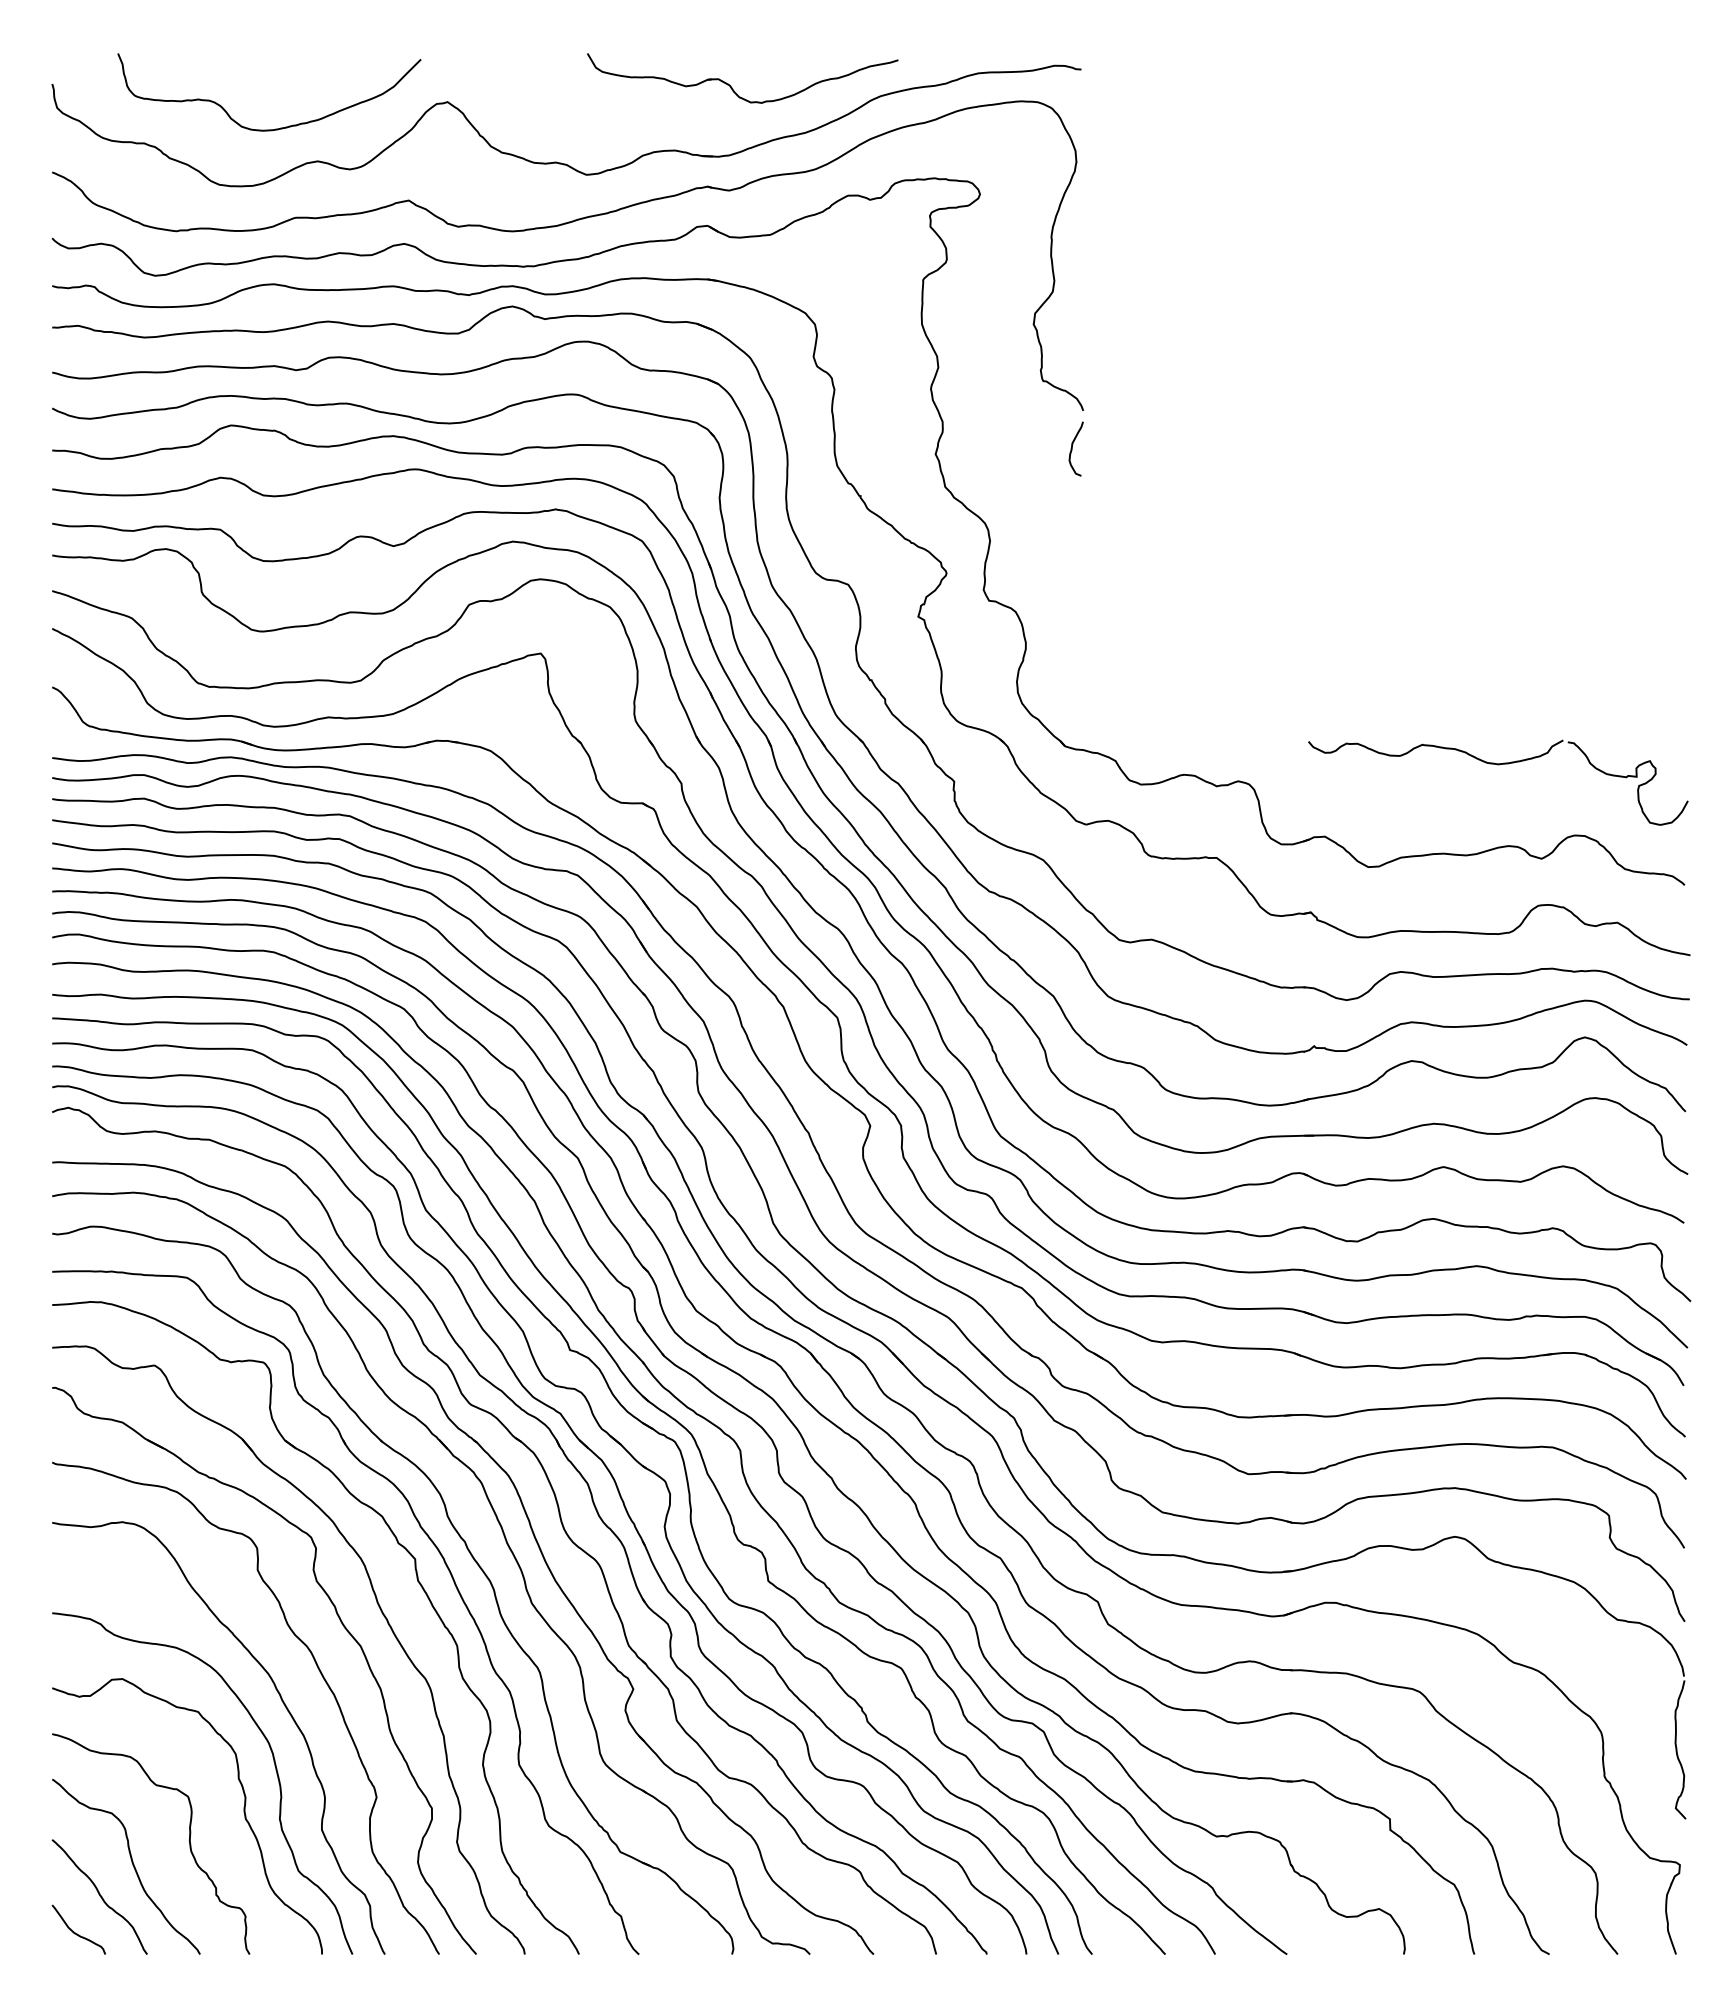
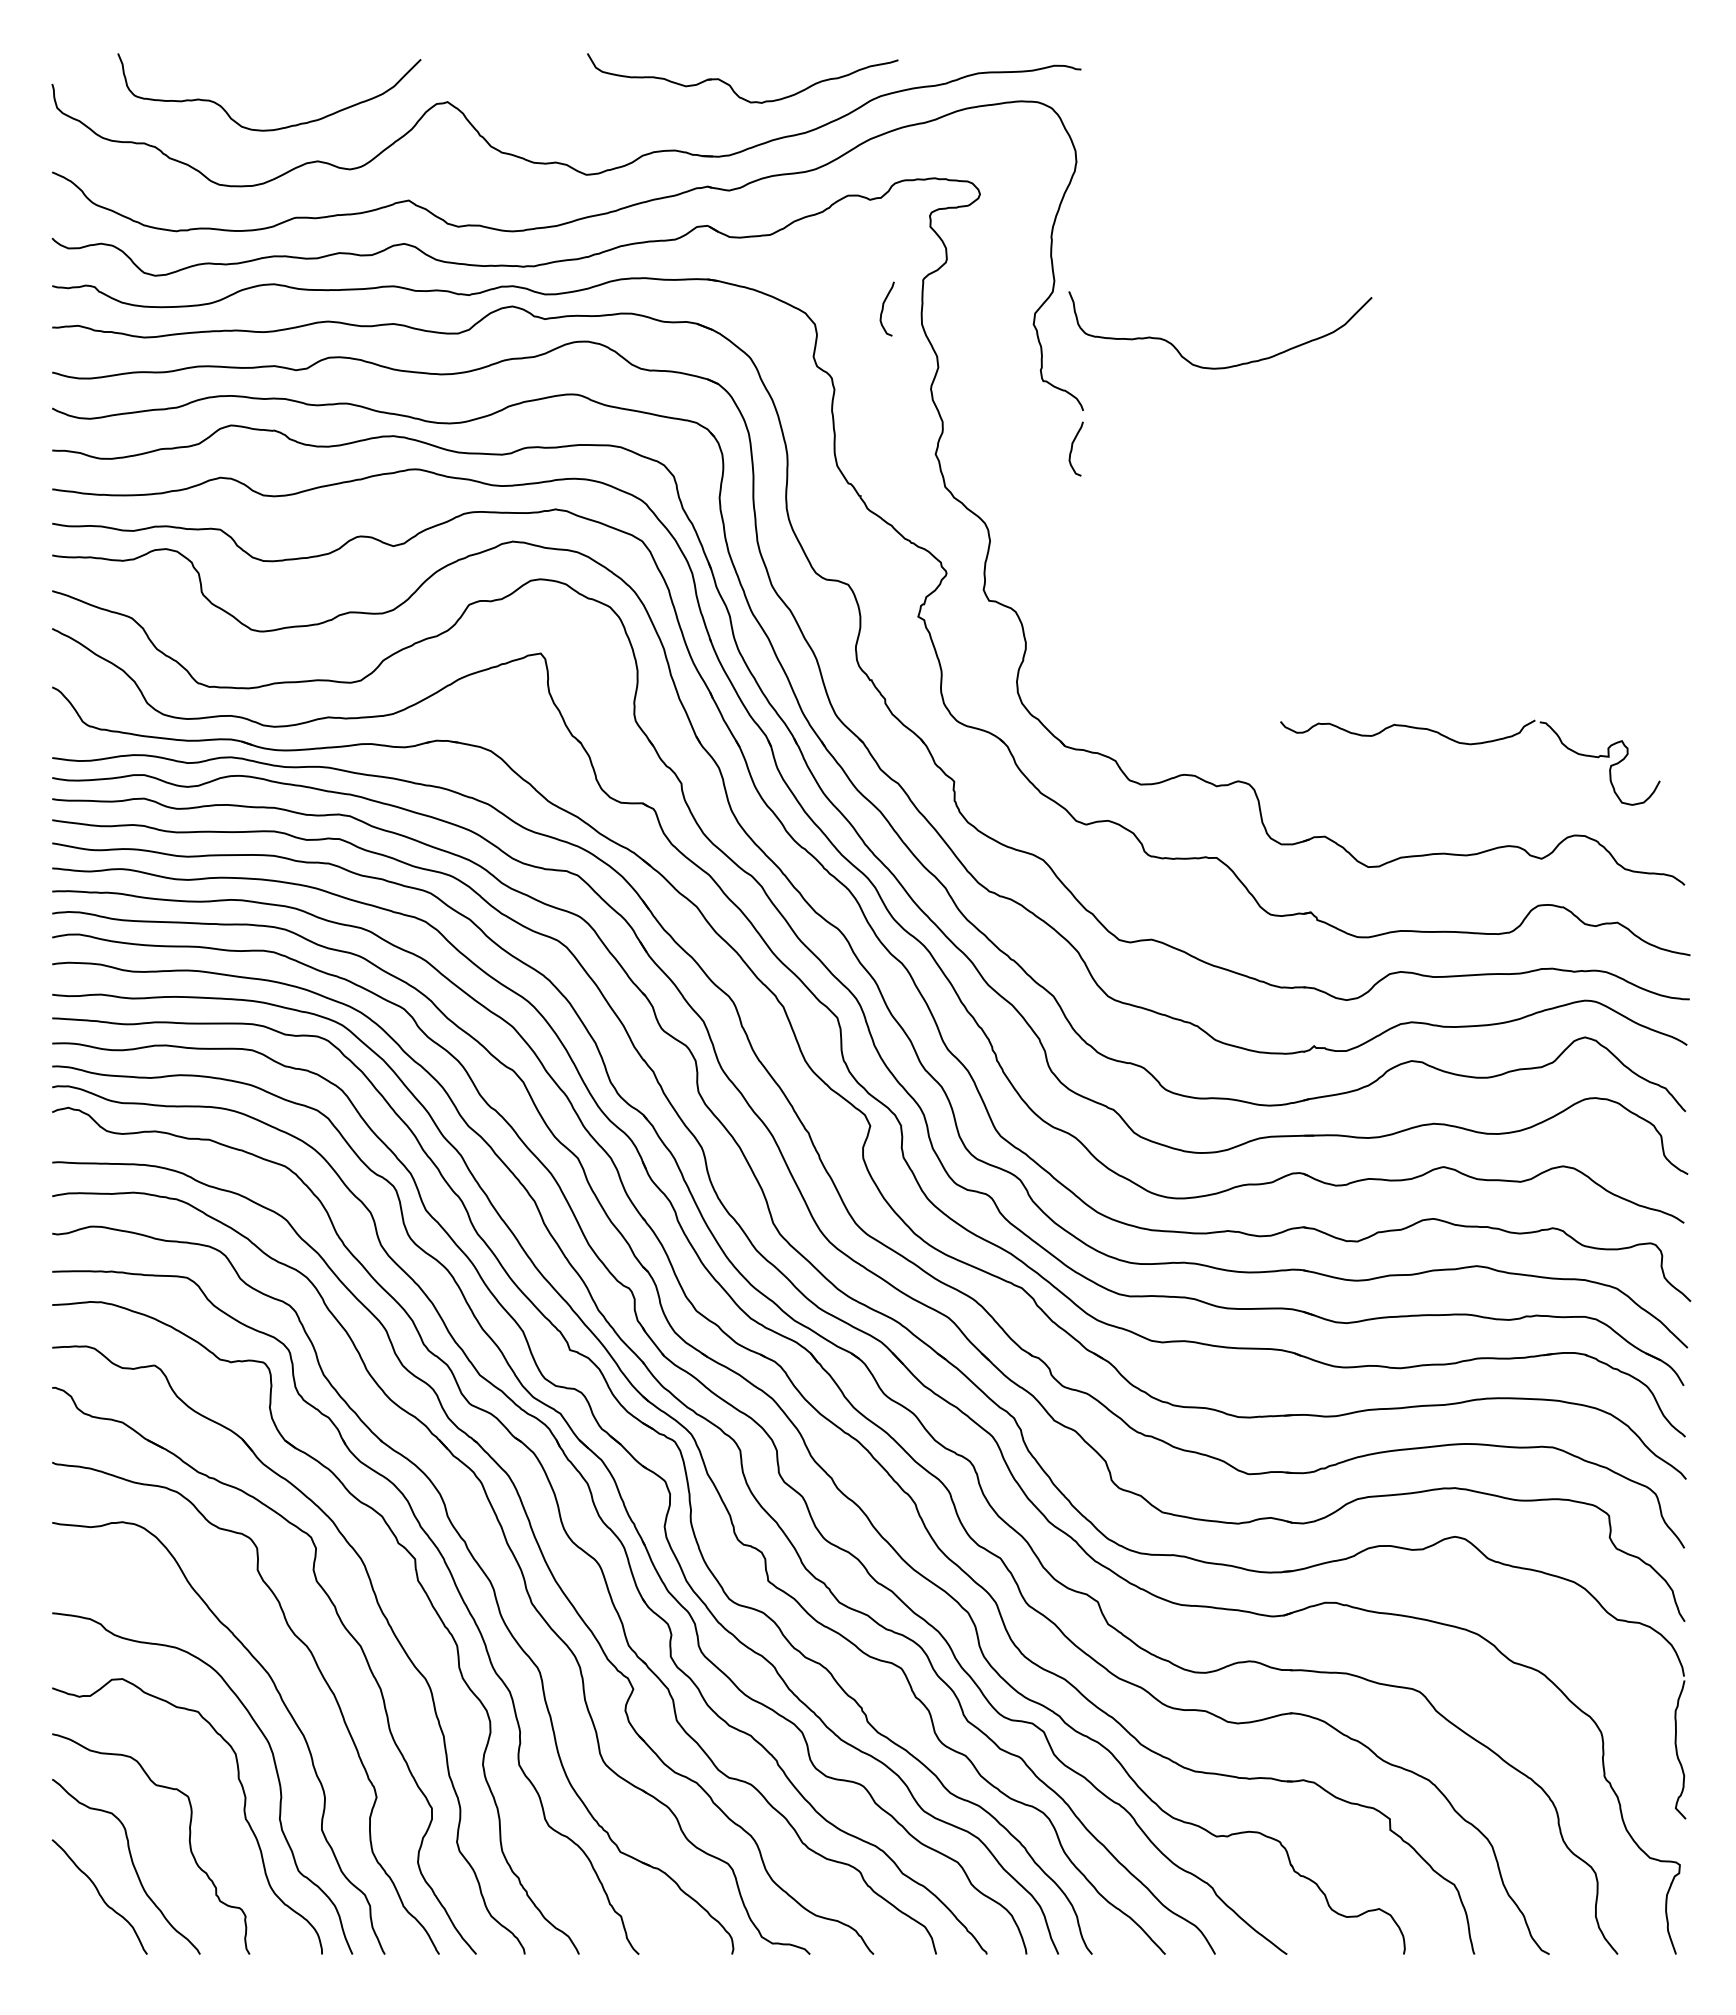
curve at (883, 308): none -> present
curve at (1226, 366): none -> present
part at (1498, 765) position: (1498, 765) -> (1470, 745)
curve at (77, 1933): present -> none
